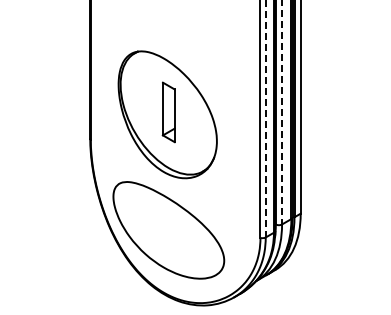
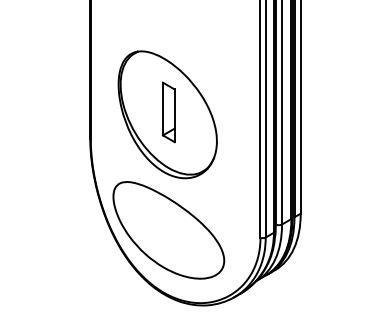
line at (282, 112): dashed -> solid
line at (265, 119): dashed -> solid
